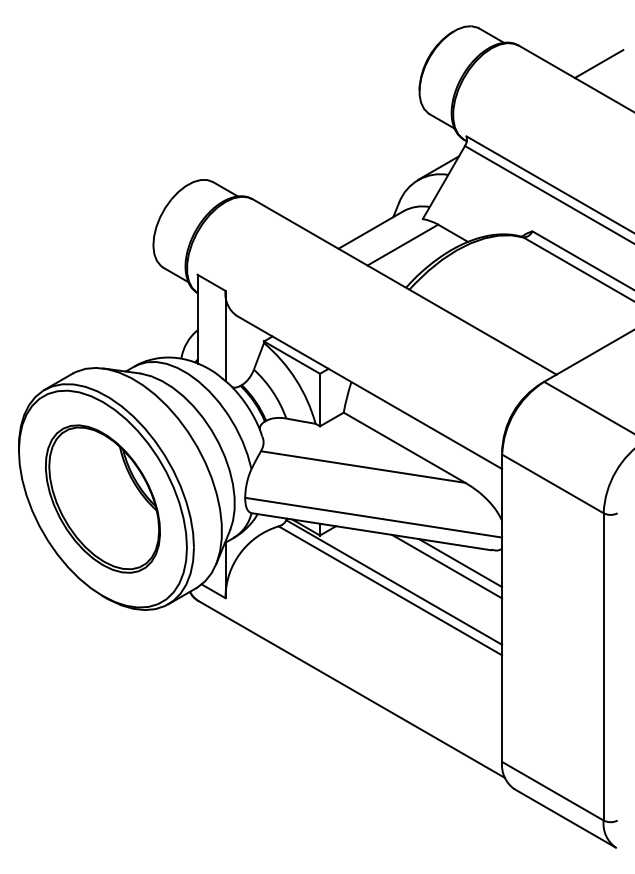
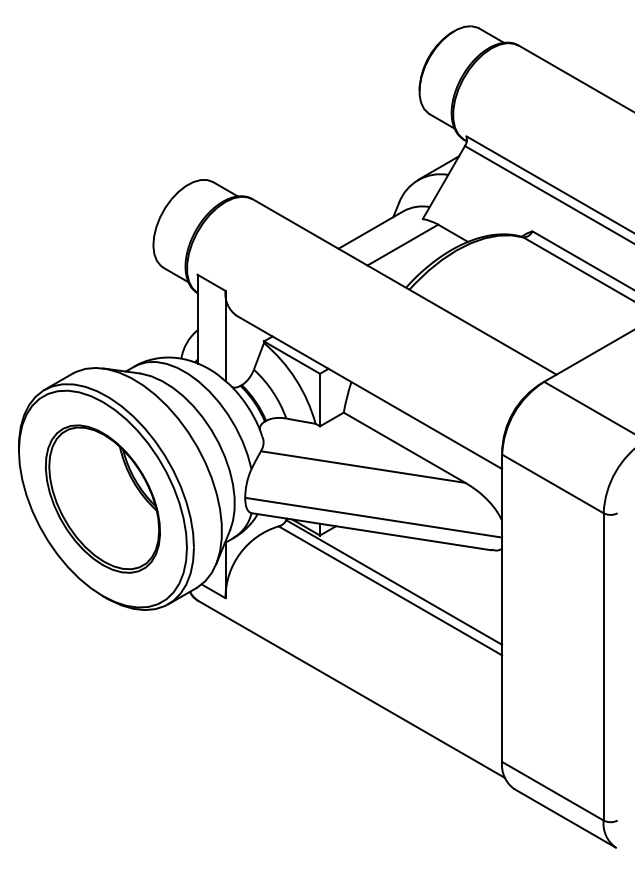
line at (598, 64): present -> none
line at (460, 563): present -> none
line at (447, 566): present -> none
